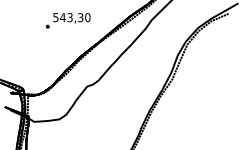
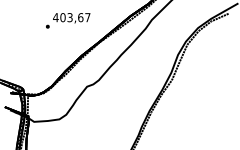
text at (71, 17): 543,30 -> 403,67
